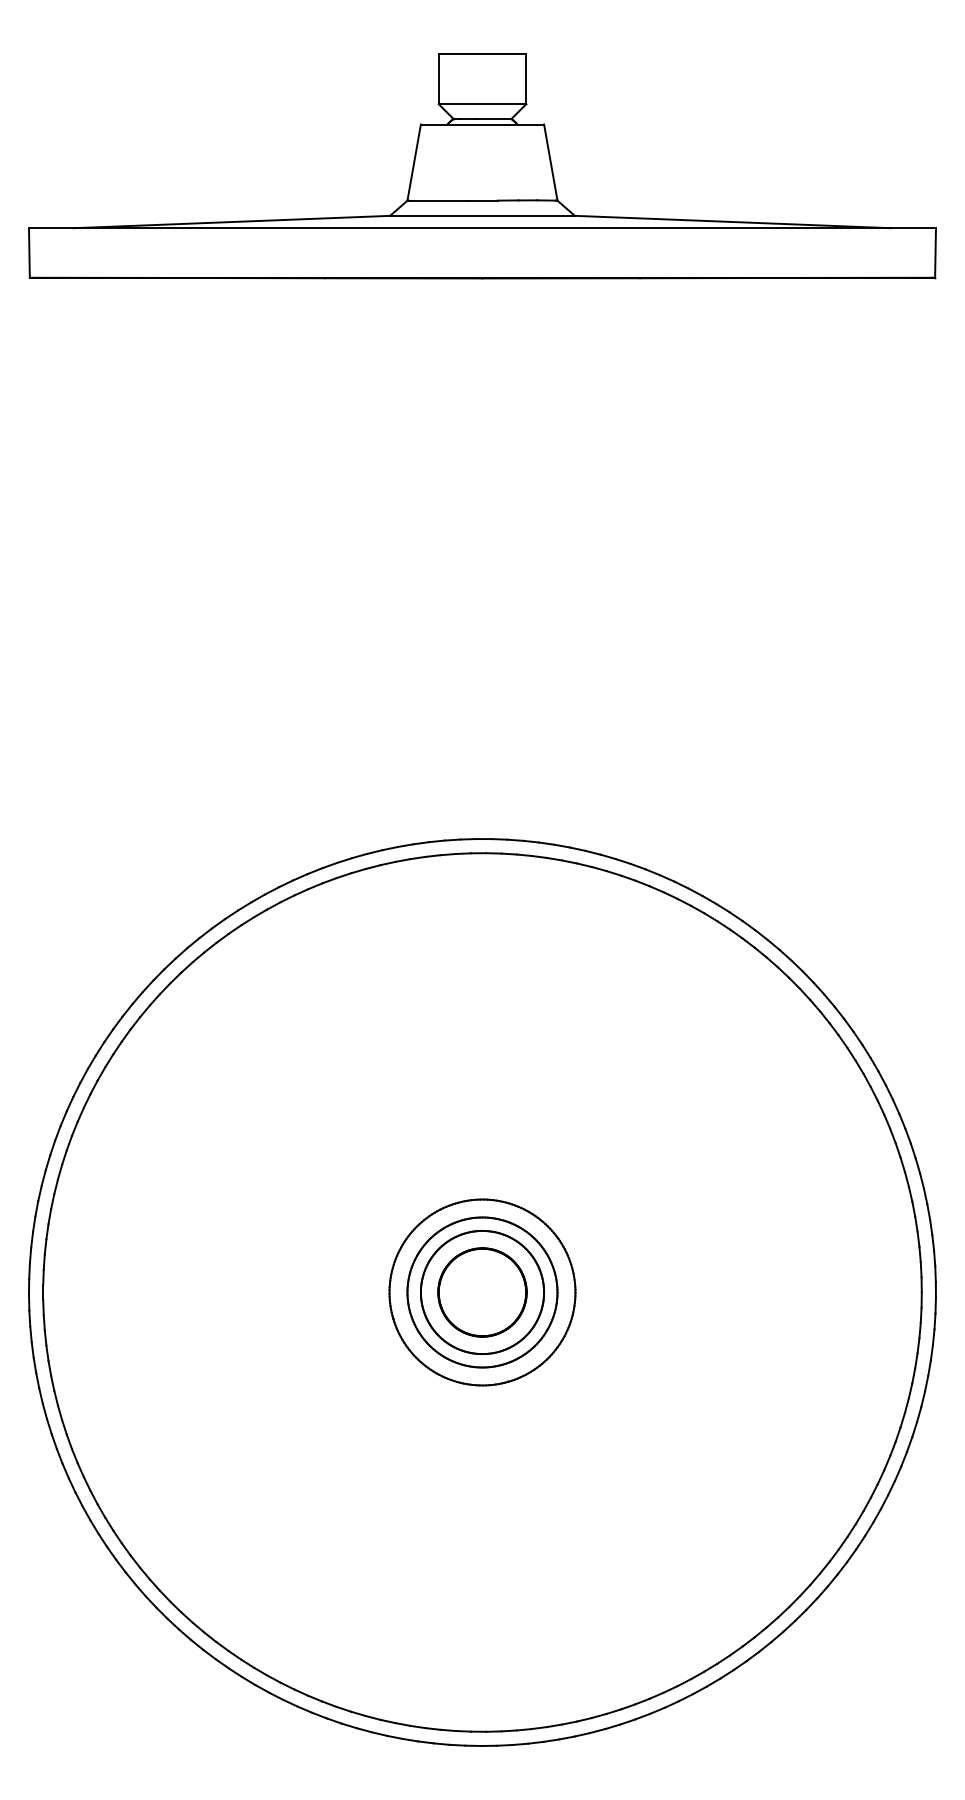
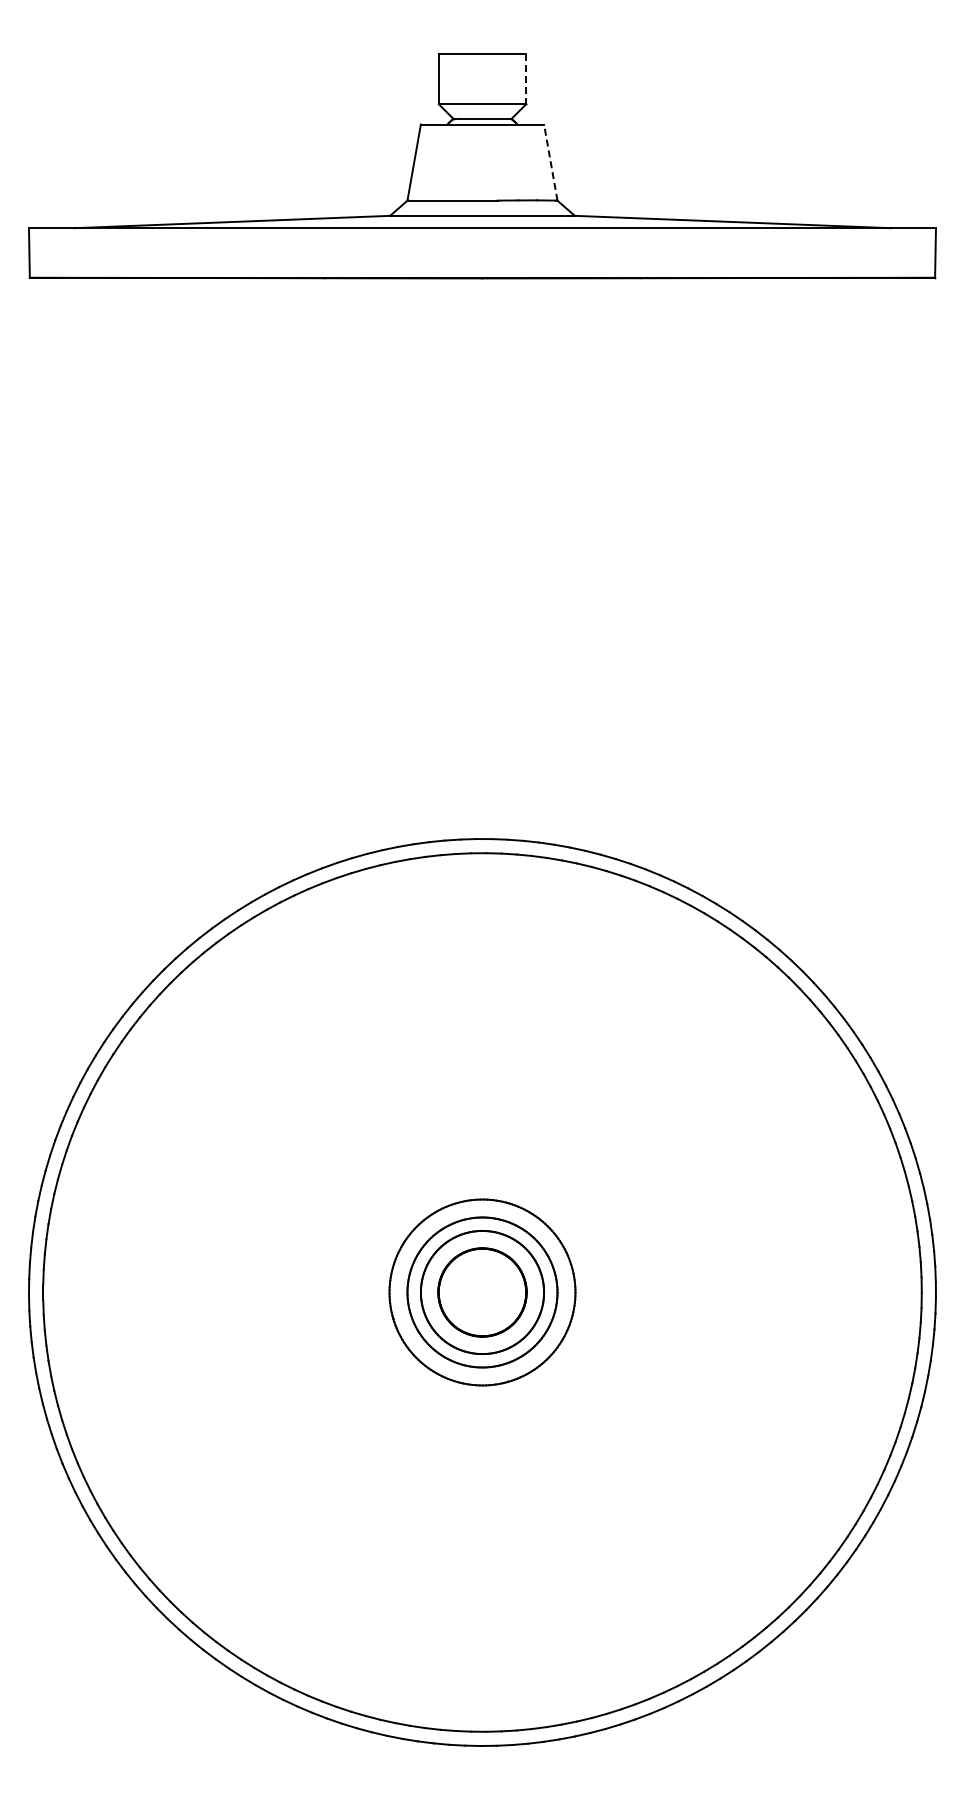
line at (526, 79): solid -> dashed
line at (550, 162): solid -> dashed
